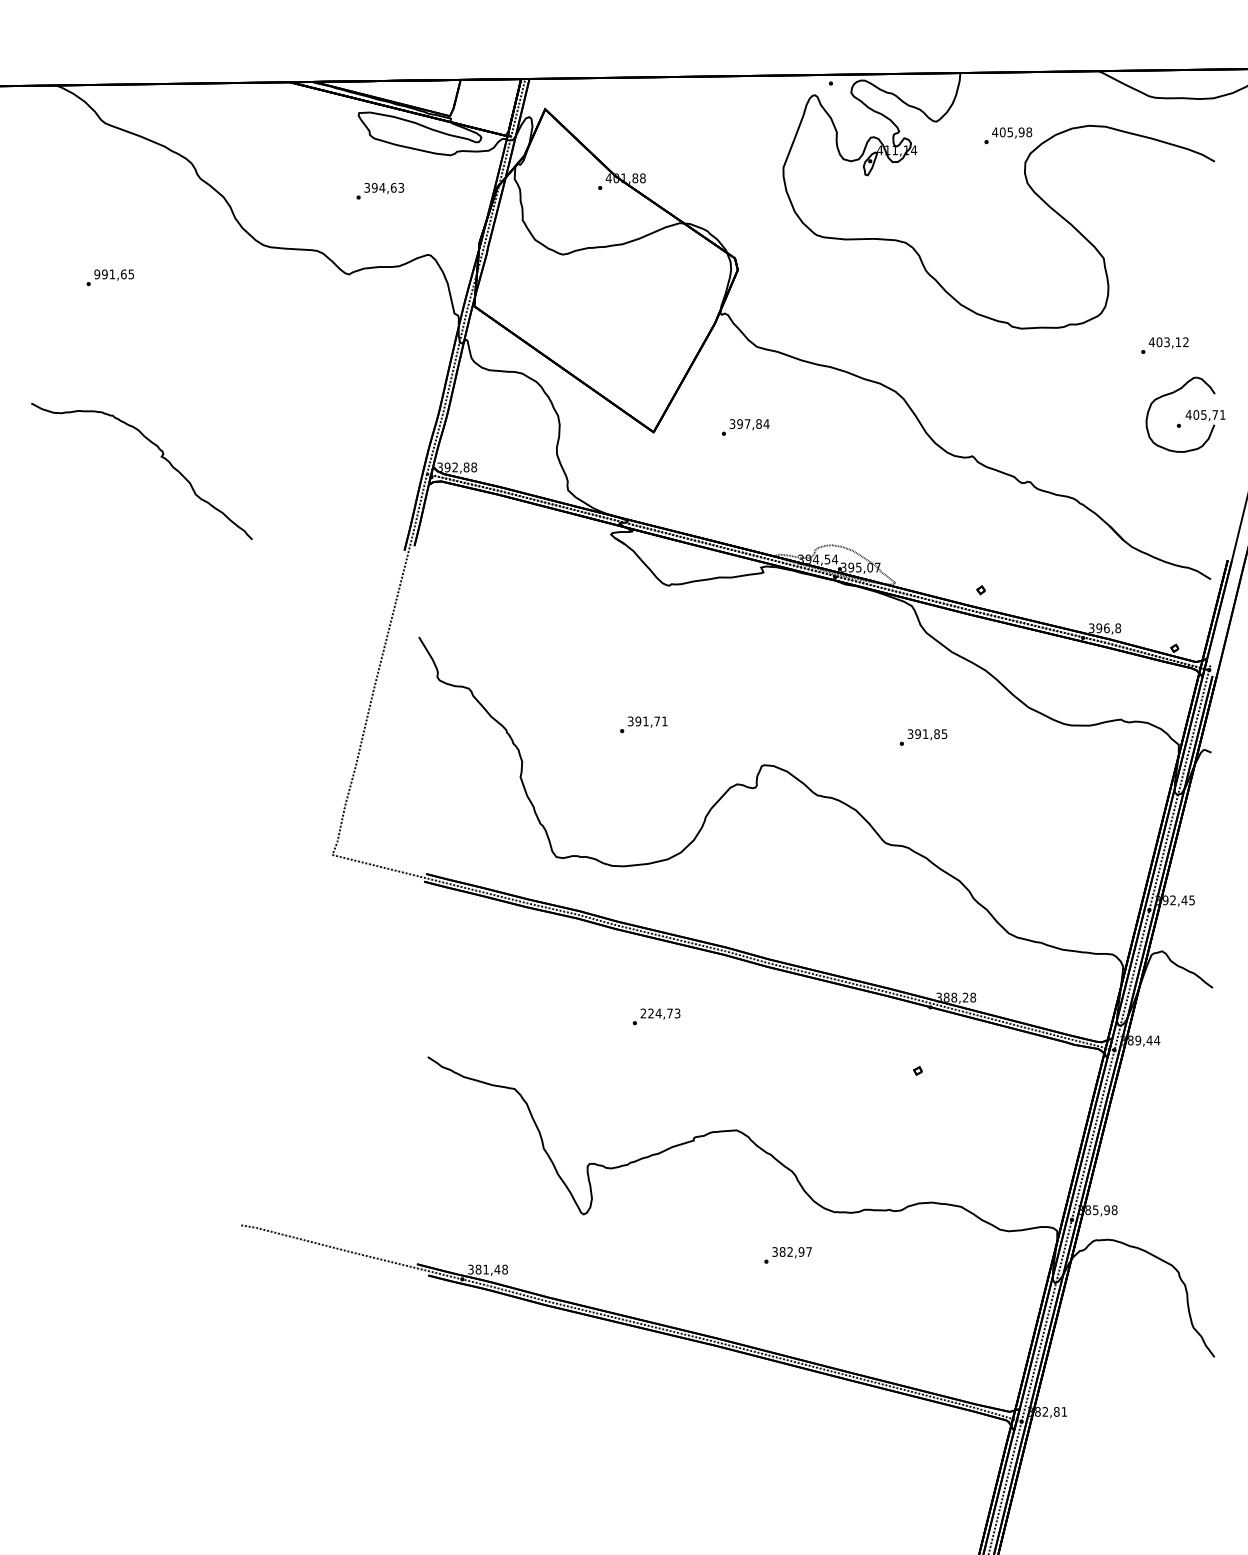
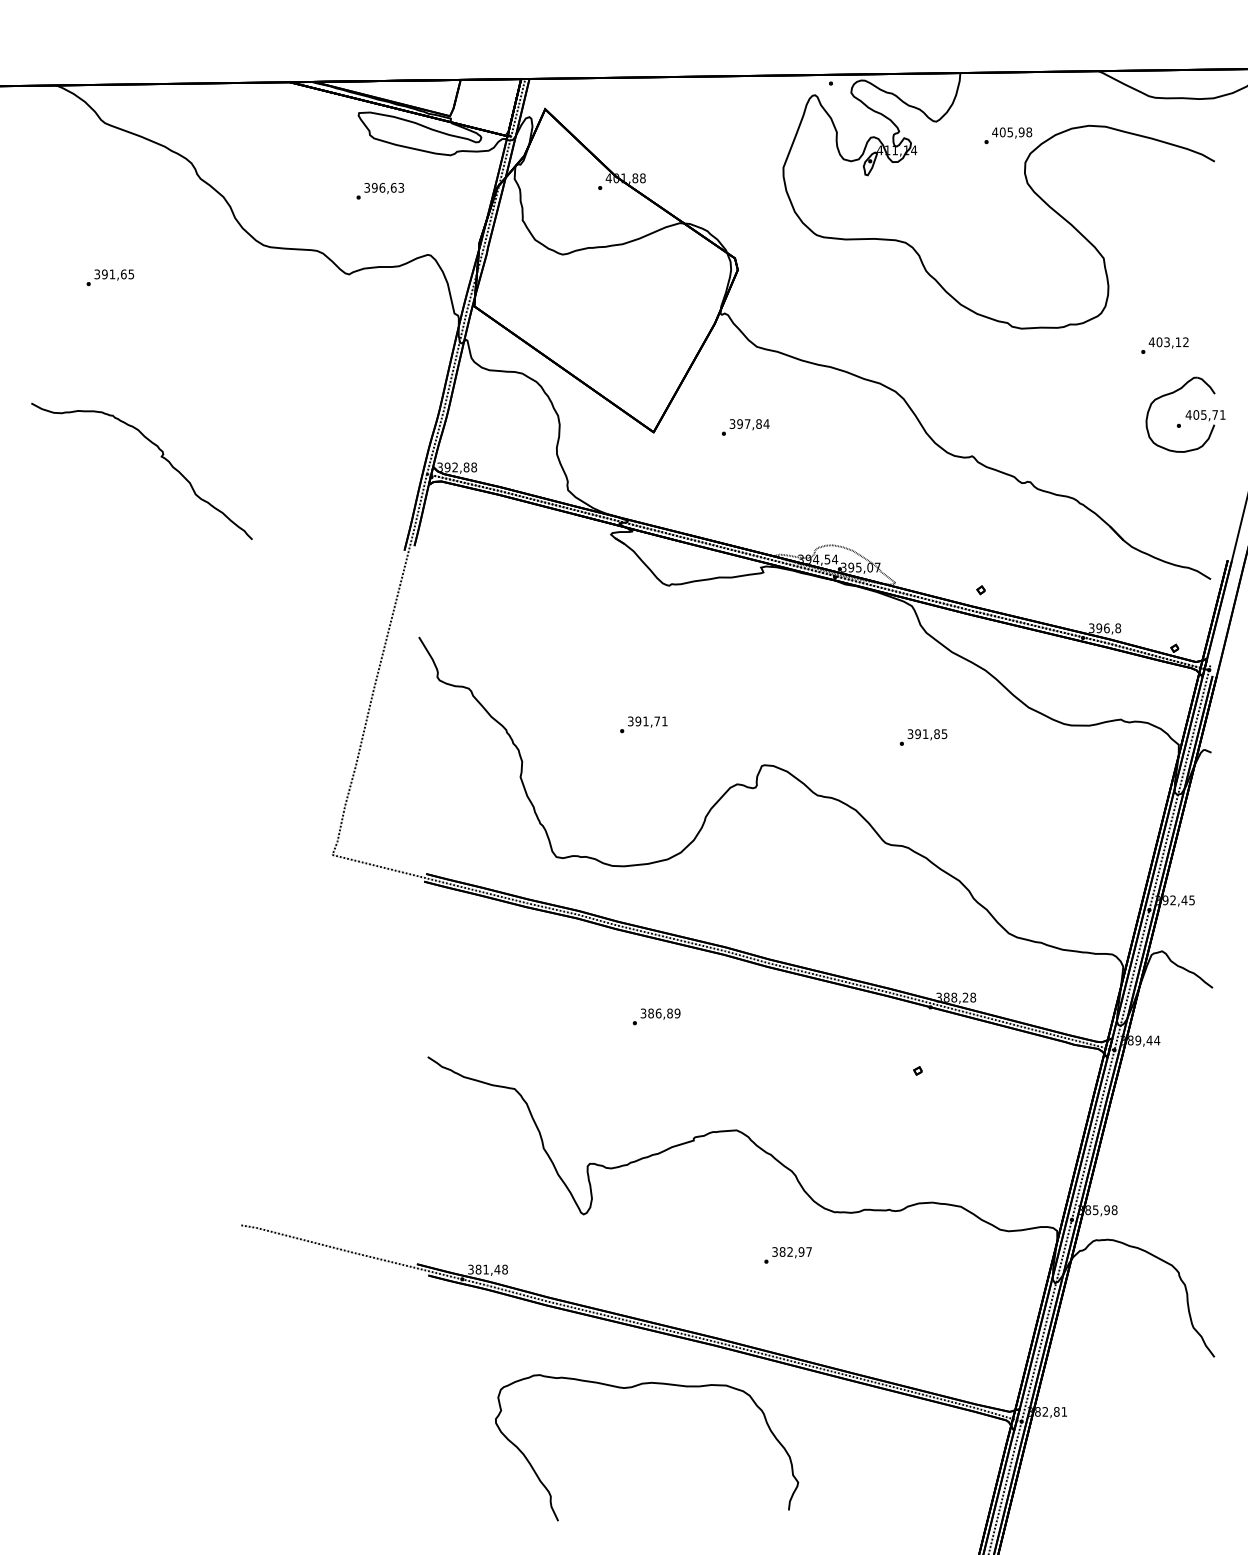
text at (382, 187): 394,63 -> 396,63
text at (97, 274): 991,65 -> 391,65
text at (660, 1013): 224,73 -> 386,89
curve at (631, 1388): none -> present
